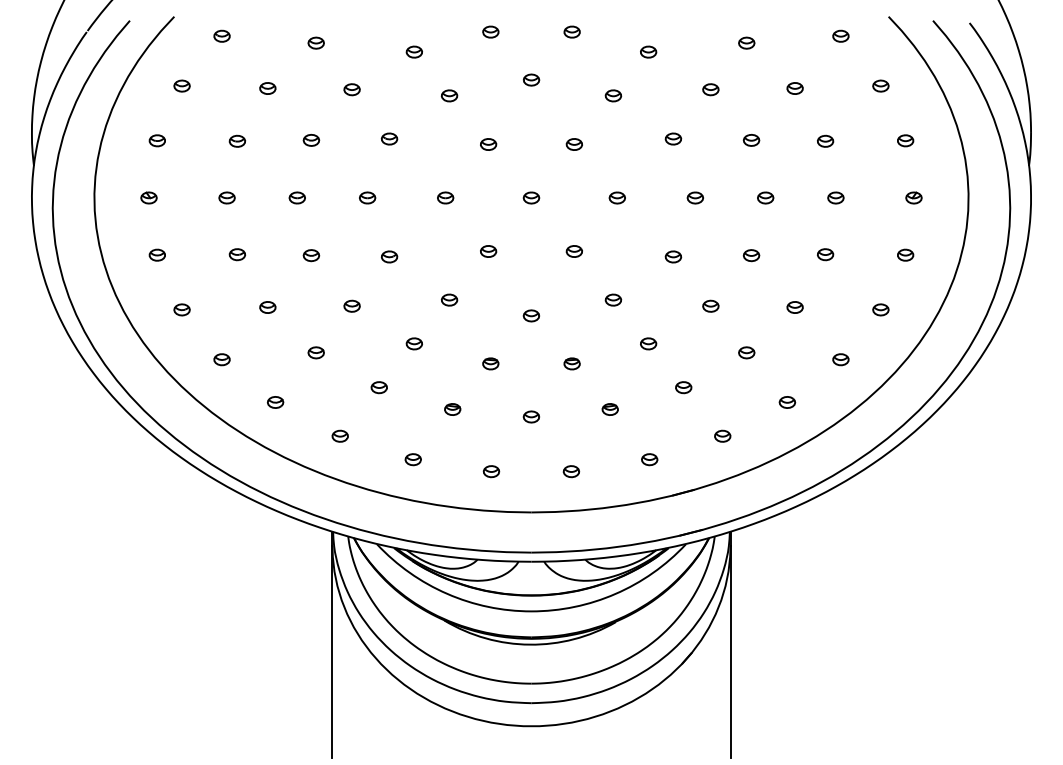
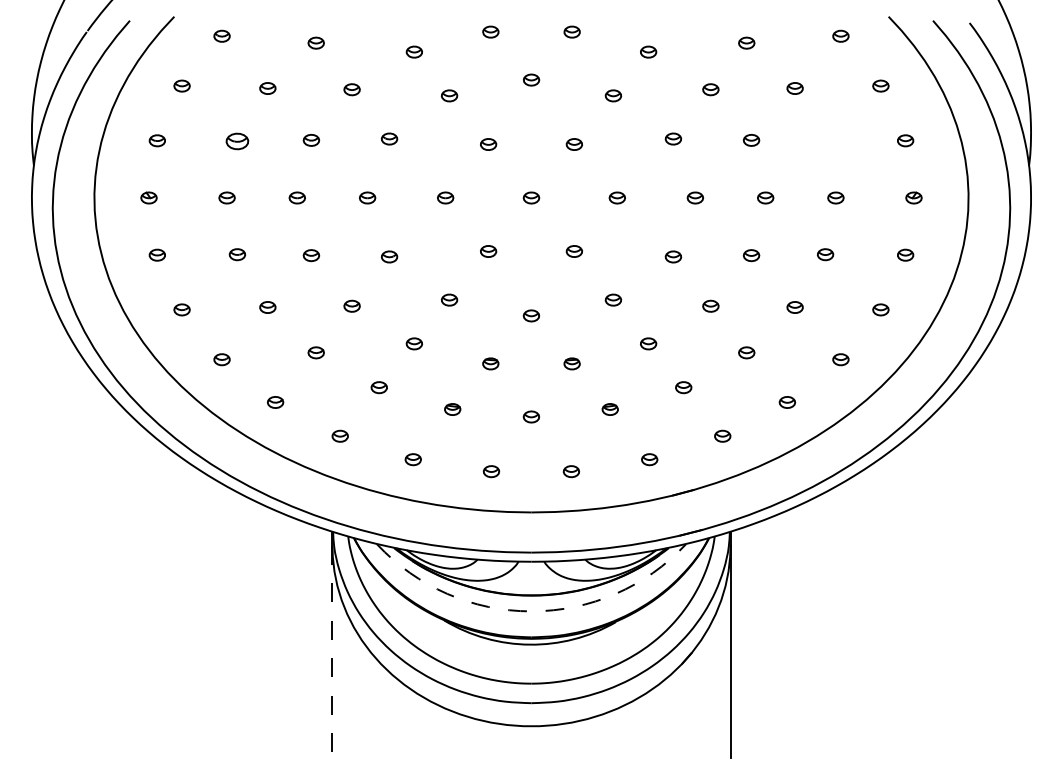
part at (237, 140) size: 19x14 px -> 25x19 px
part at (825, 140): present -> none
arc at (531, 611): solid -> dashed
line at (332, 652): solid -> dashed
